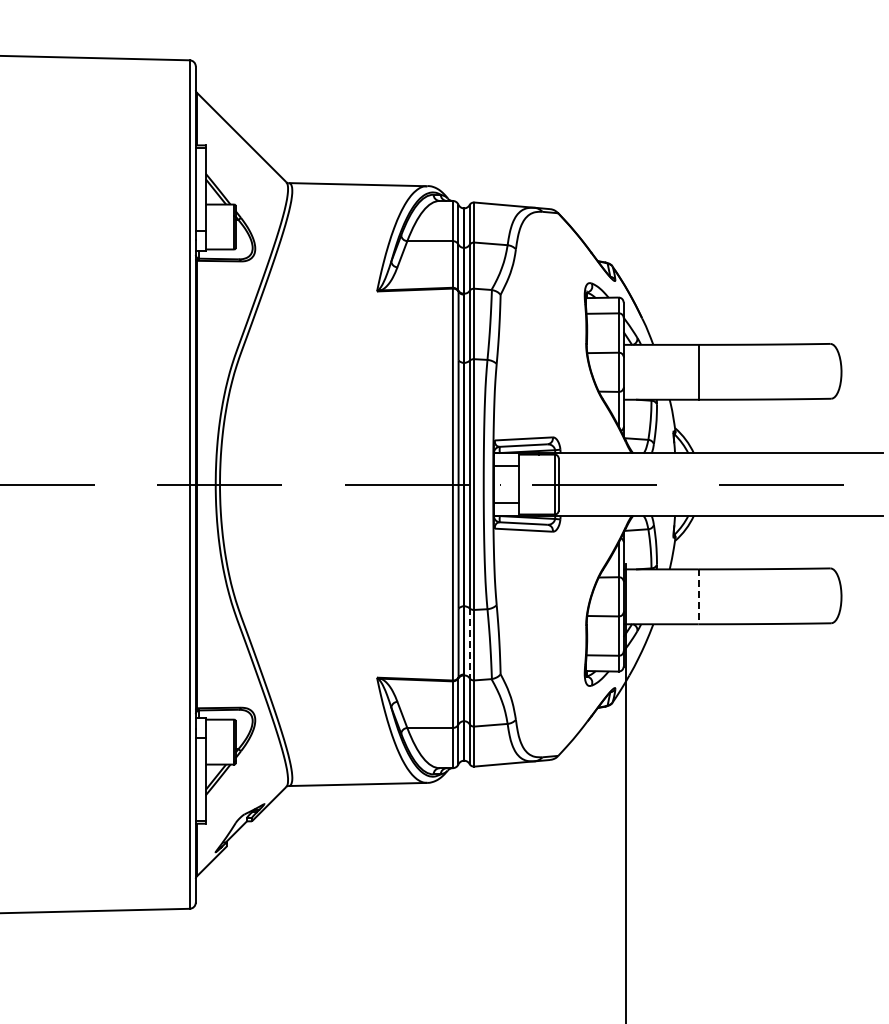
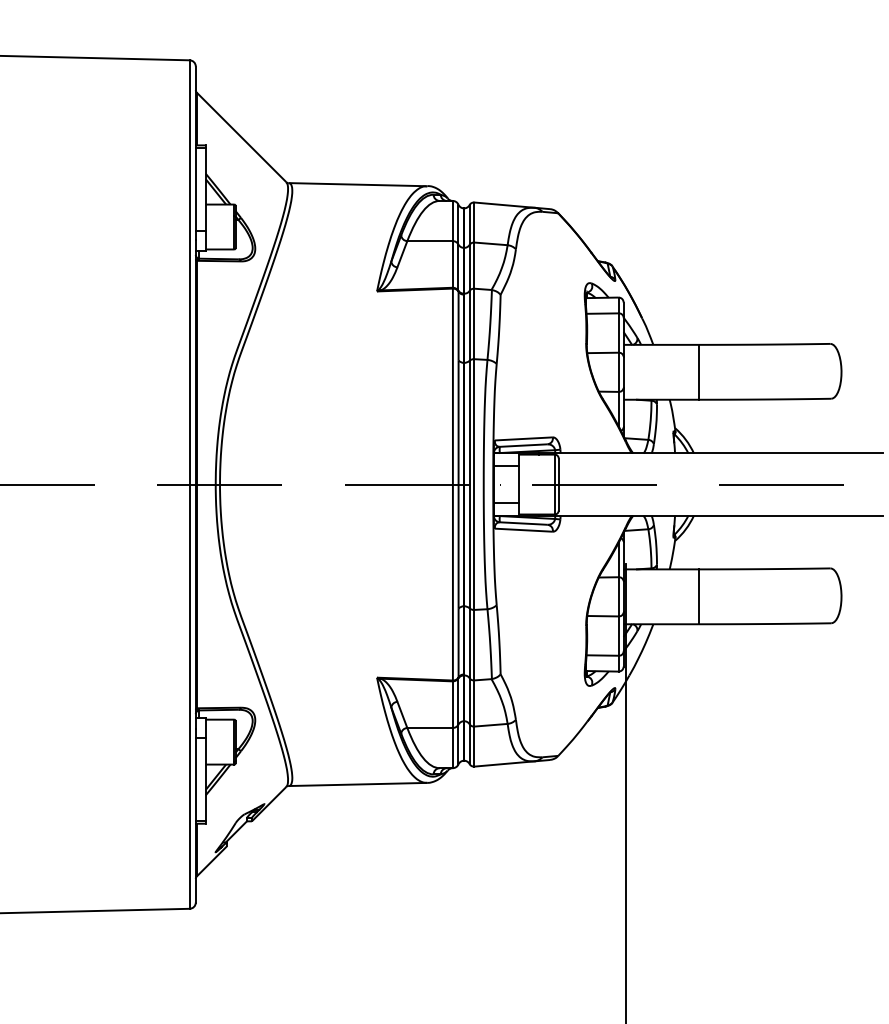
line at (698, 597): dashed -> solid
line at (469, 643): dashed -> solid
